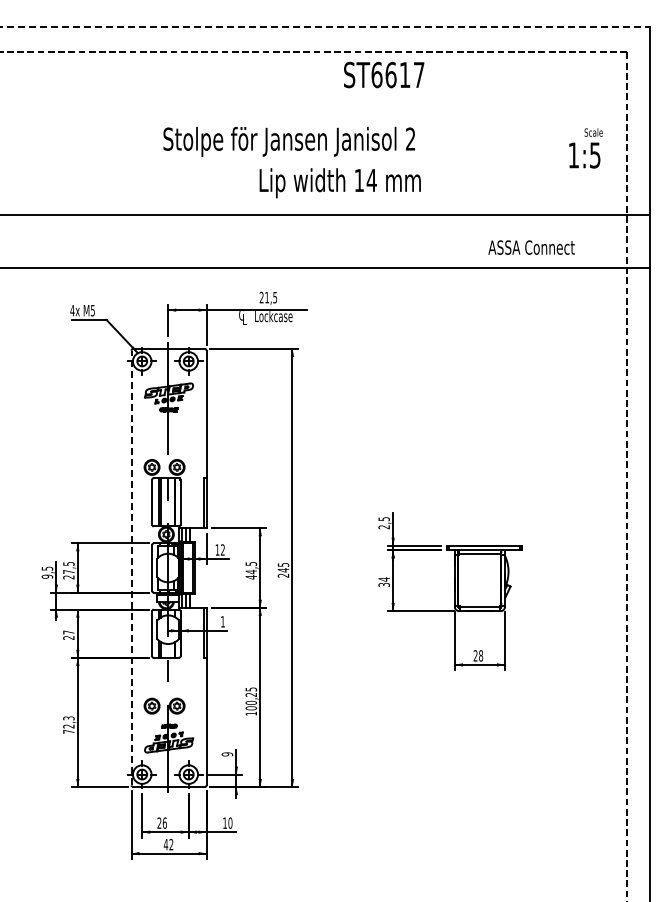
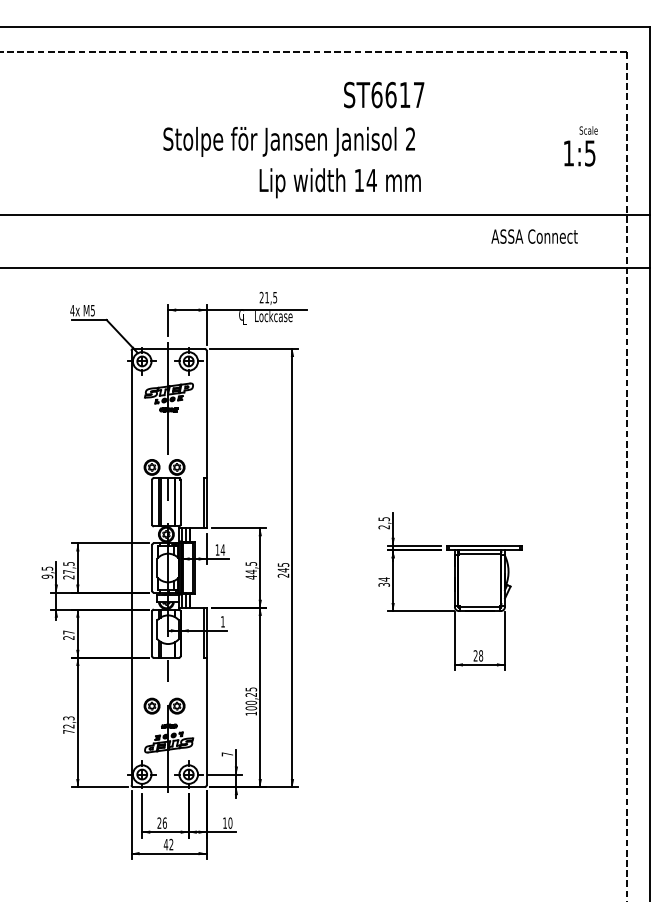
line at (325, 27): dashed -> solid
text at (384, 74) position: (384, 74) -> (384, 94)
text at (585, 148) position: (585, 148) -> (580, 146)
text at (531, 247) position: (531, 247) -> (534, 236)
text at (222, 549): 12 -> 14
line at (131, 567): dashed -> solid
text at (227, 754): 9 -> 7
